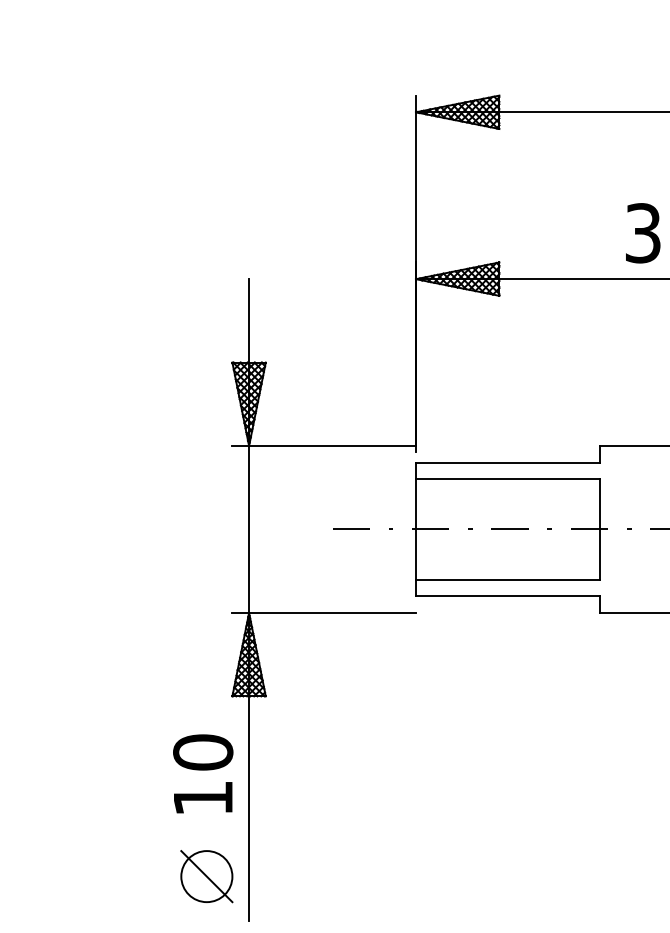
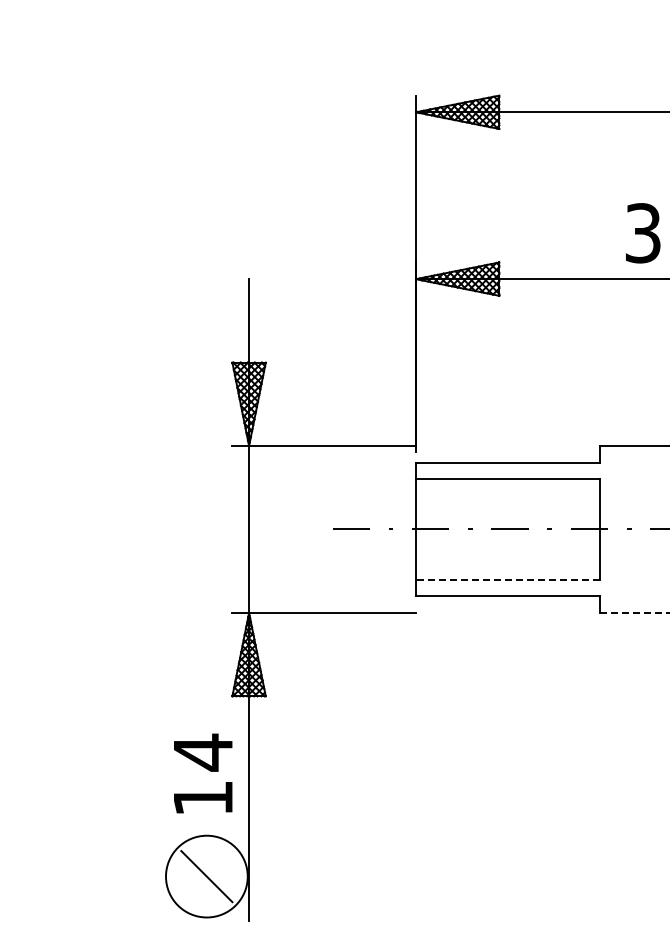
line at (507, 579): solid -> dashed
line at (634, 612): solid -> dashed
text at (203, 752): 10 -> 14
circle at (206, 876) diameter: 51 px -> 82 px
